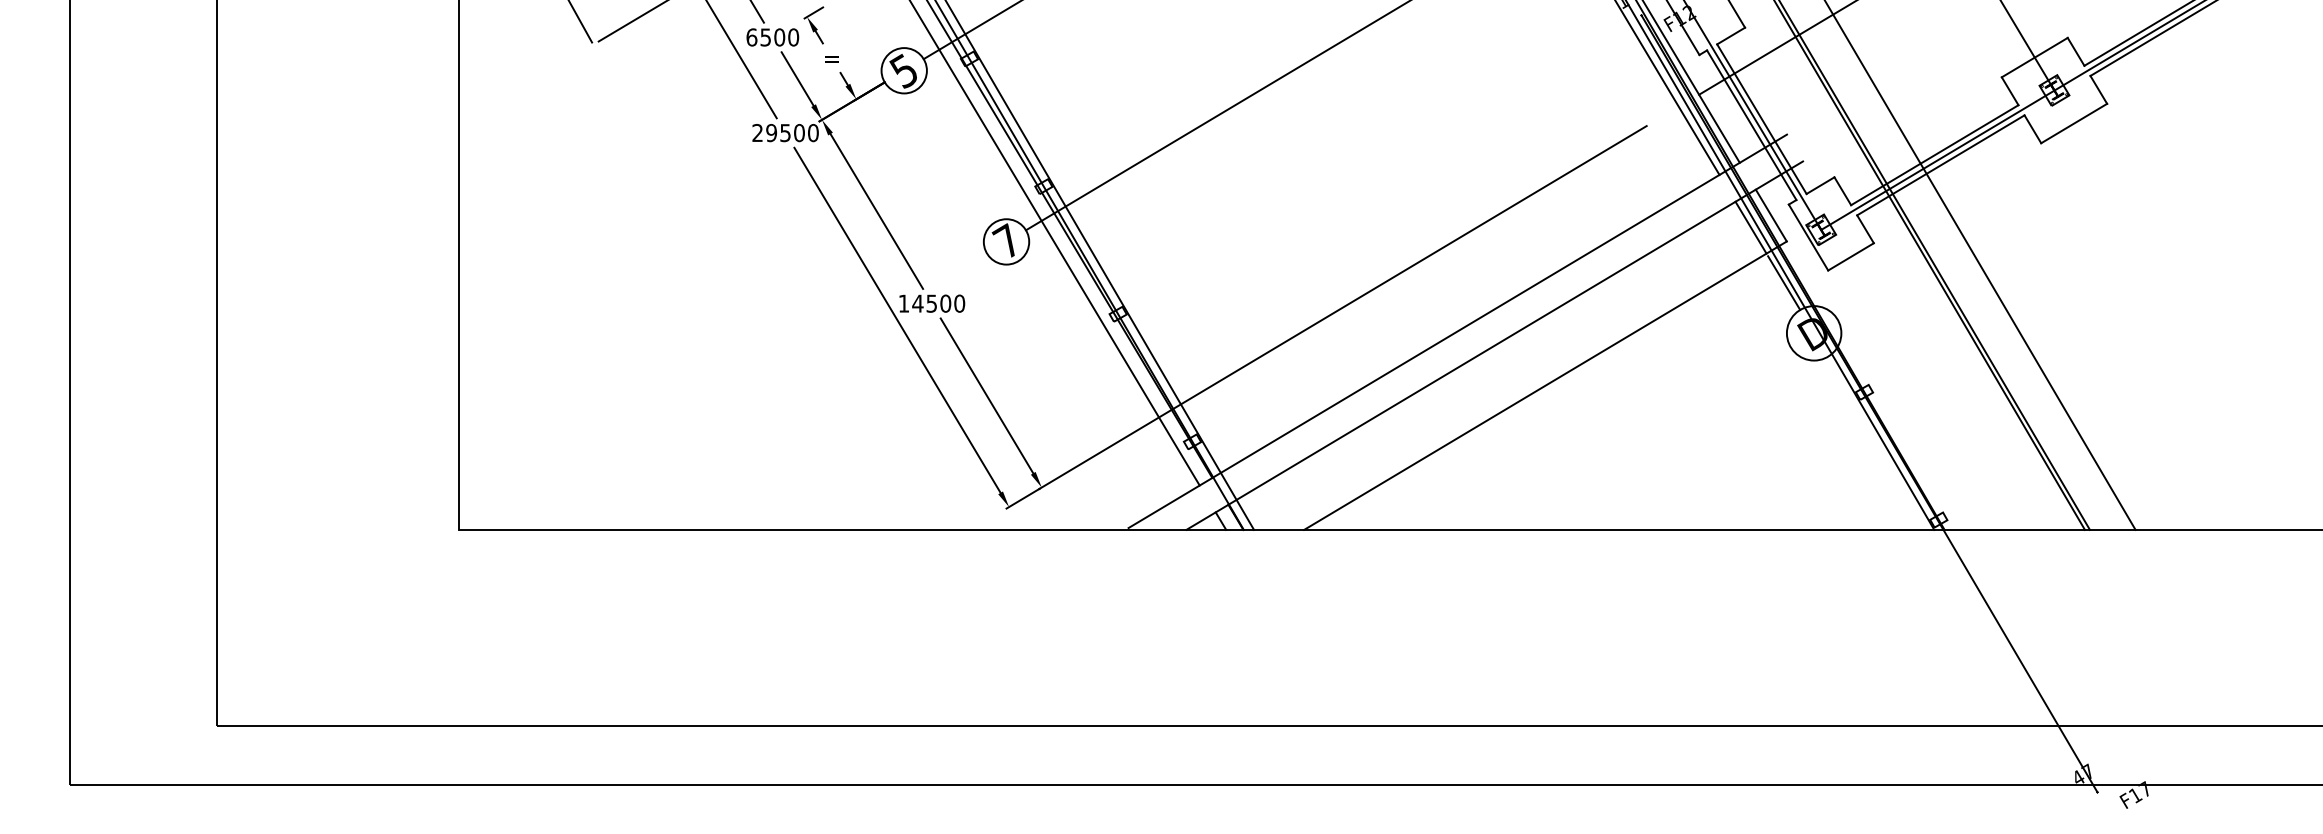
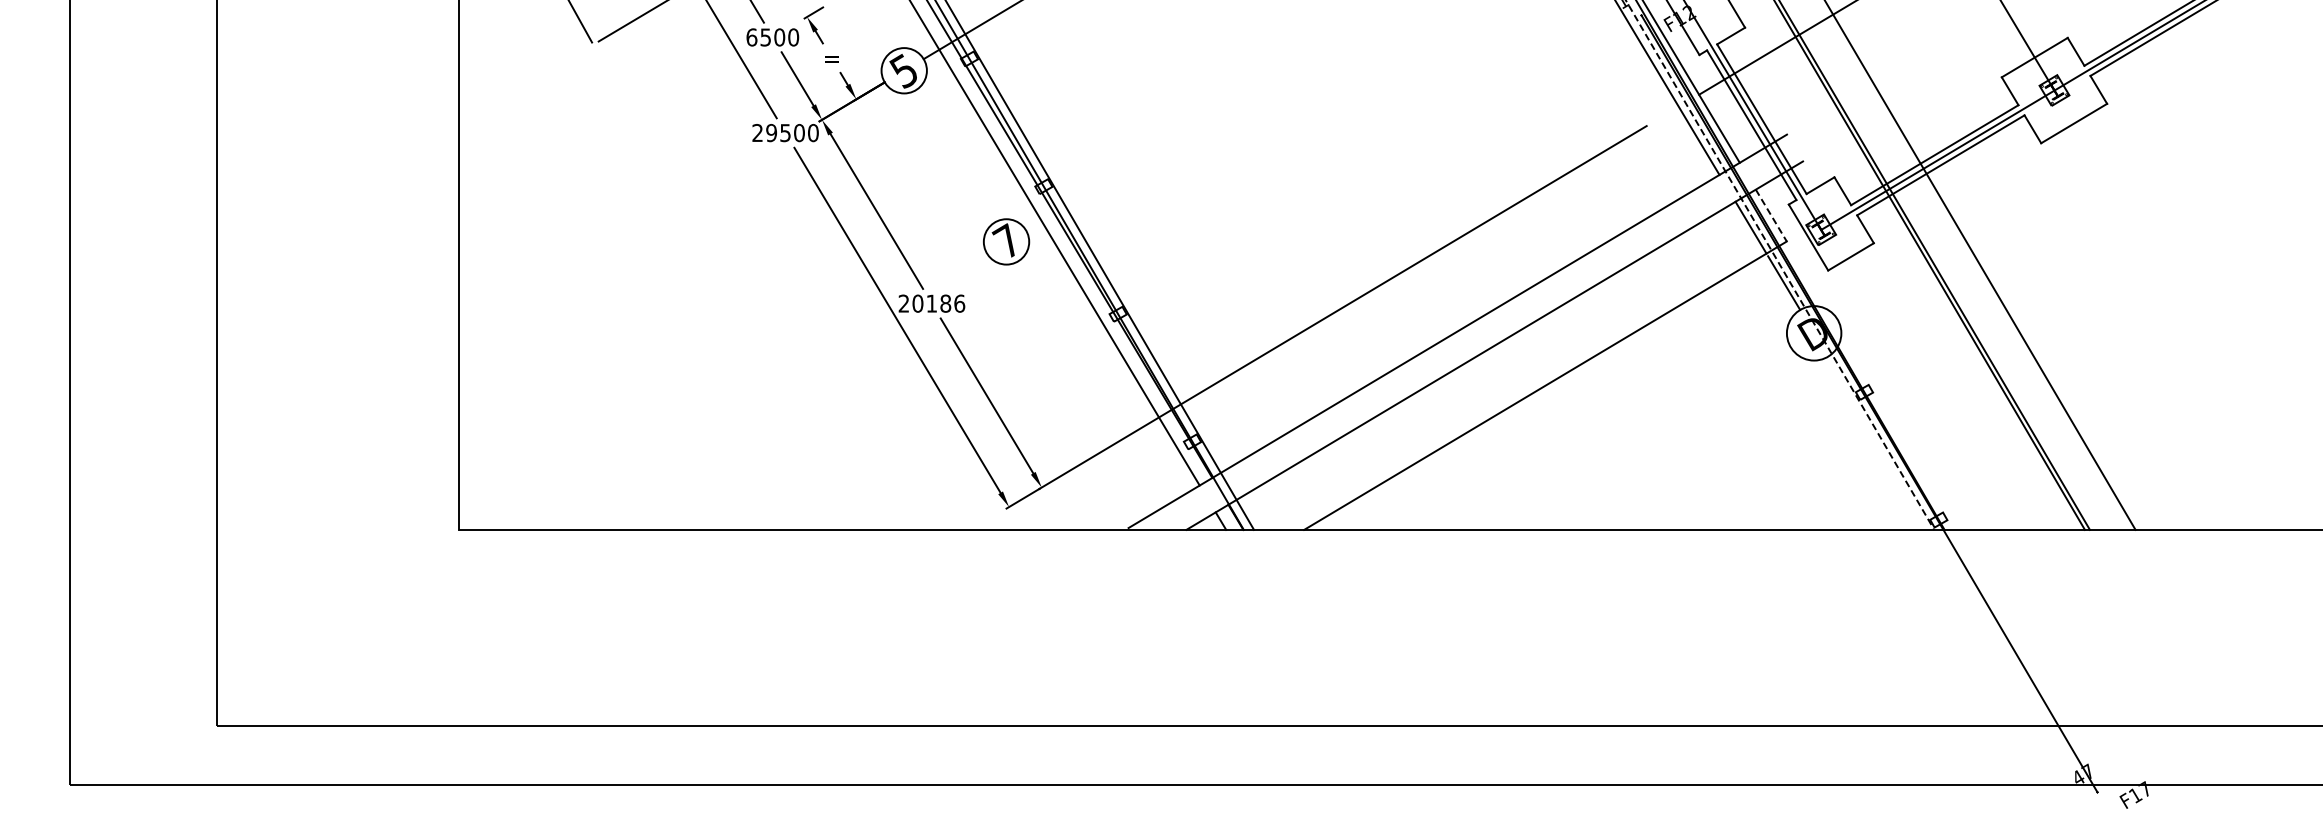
line at (1216, 116): present -> none
line at (1771, 216): solid -> dashed
line at (1780, 265): solid -> dashed
text at (931, 303): 14500 -> 20186
